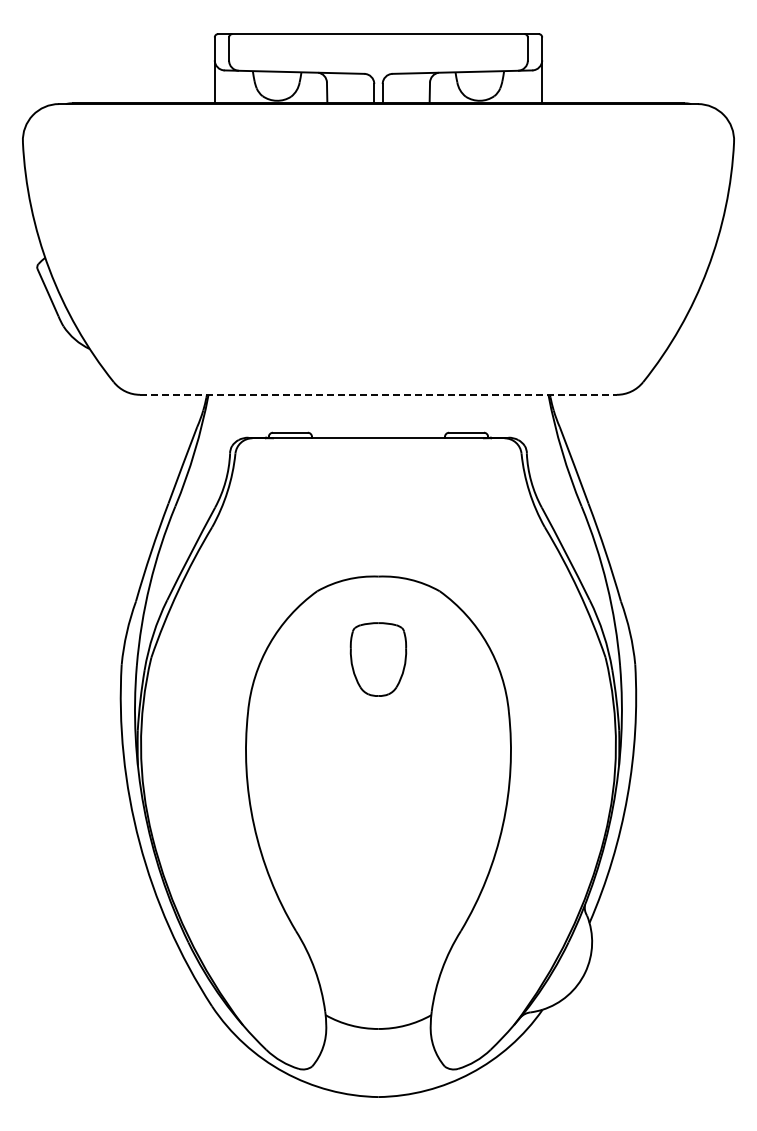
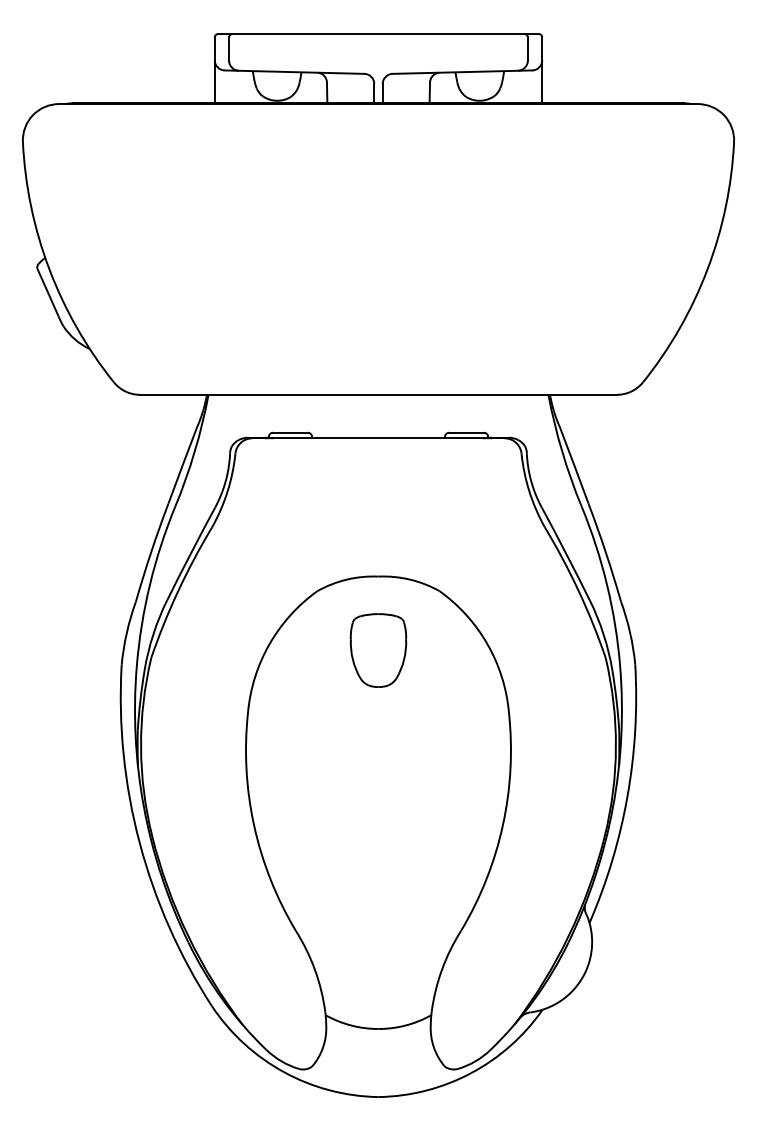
line at (379, 394): dashed -> solid
part at (378, 659) position: (378, 659) -> (378, 650)
